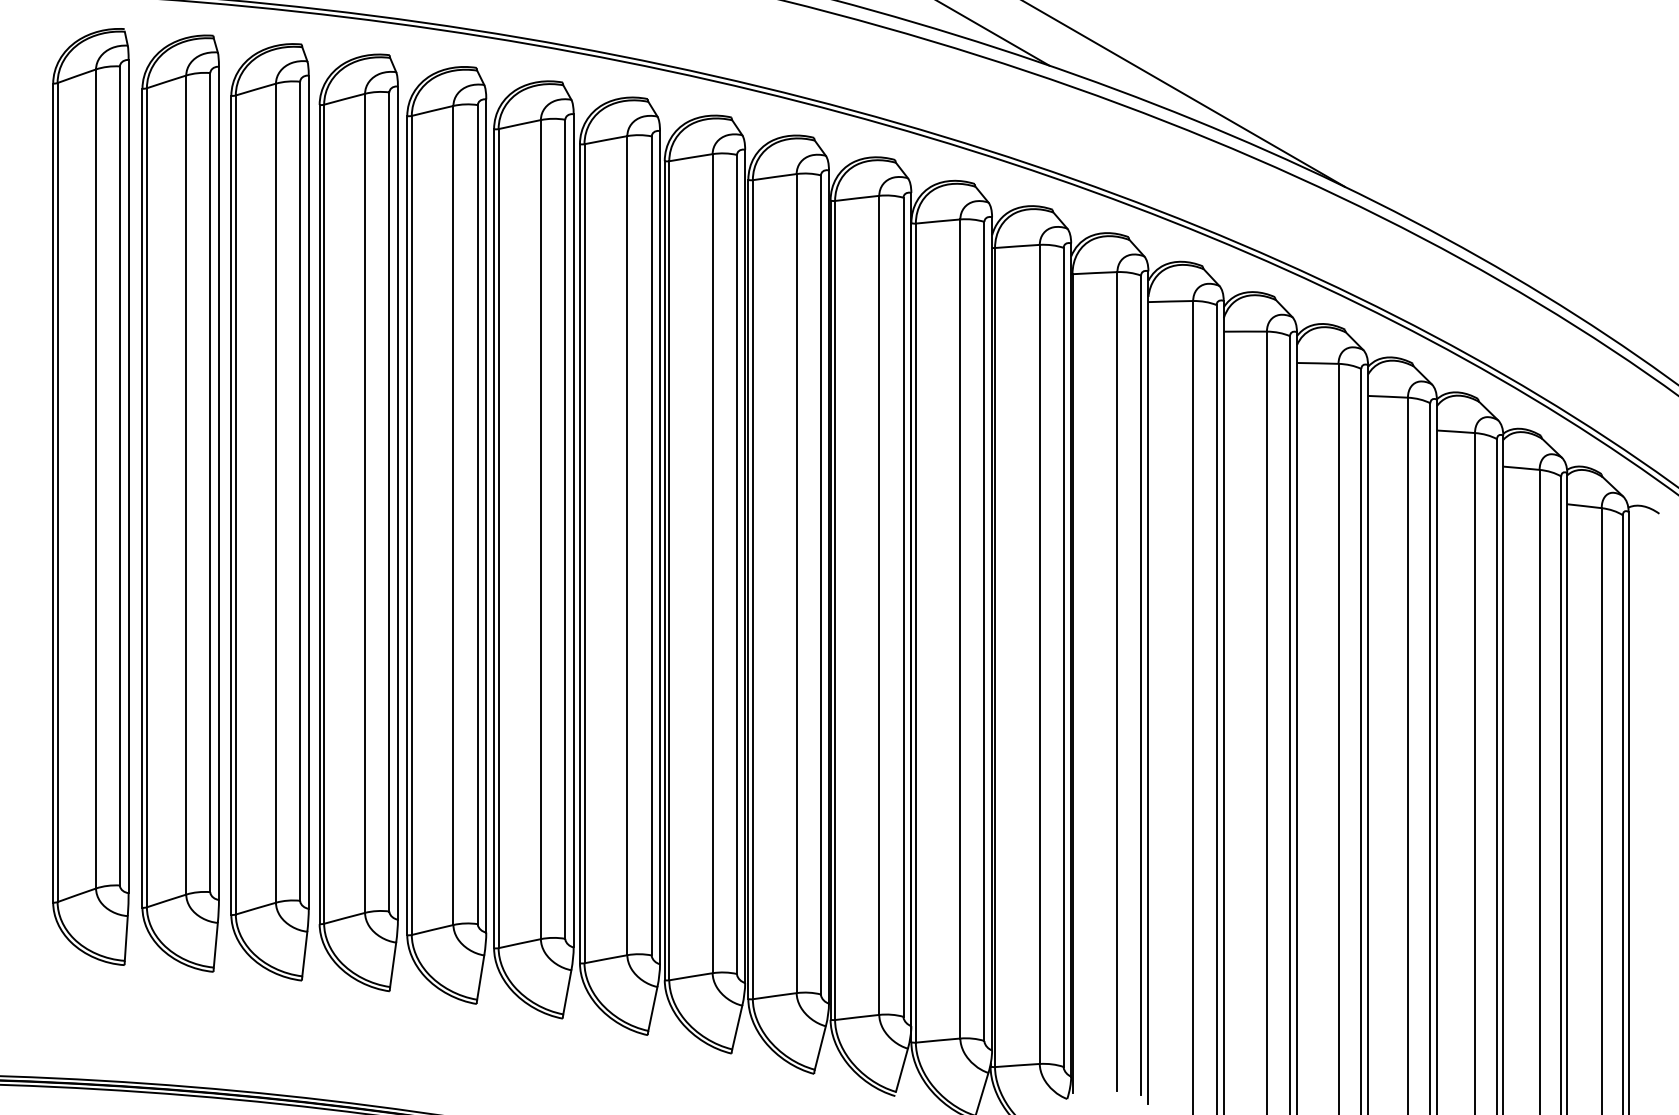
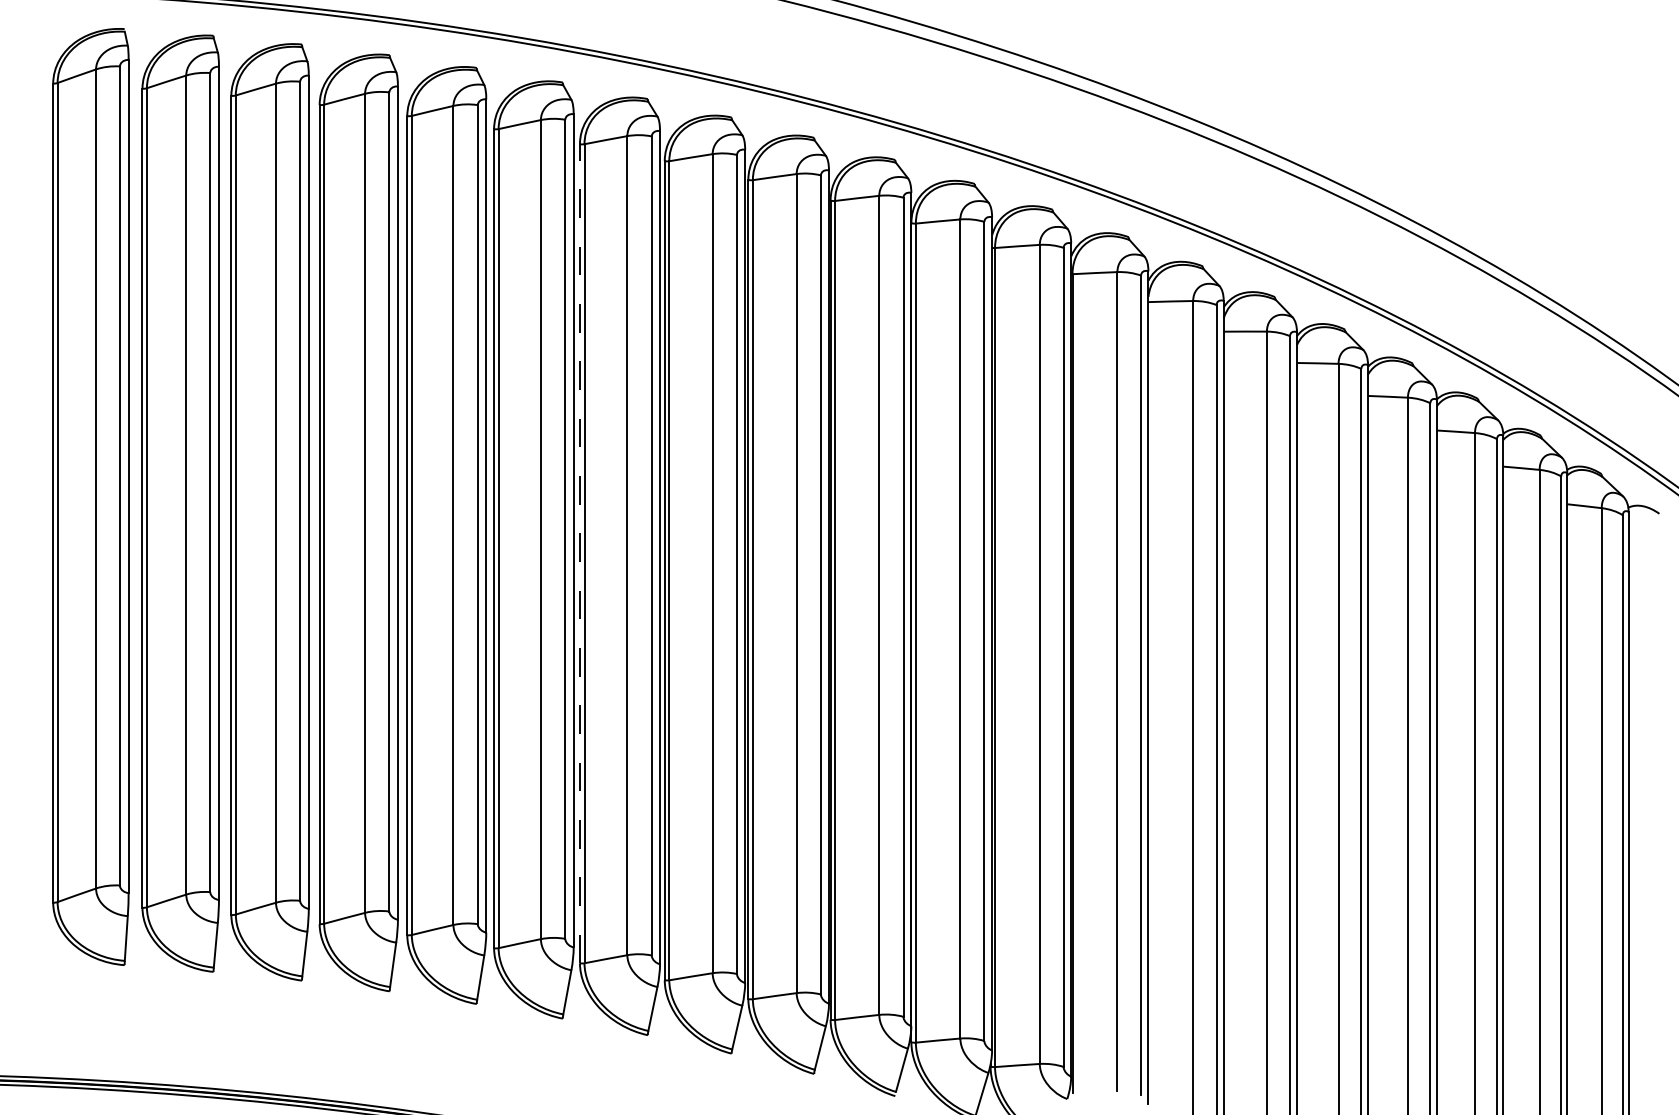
line at (994, 33): present -> none
line at (1184, 94): present -> none
line at (579, 553): solid -> dashed
